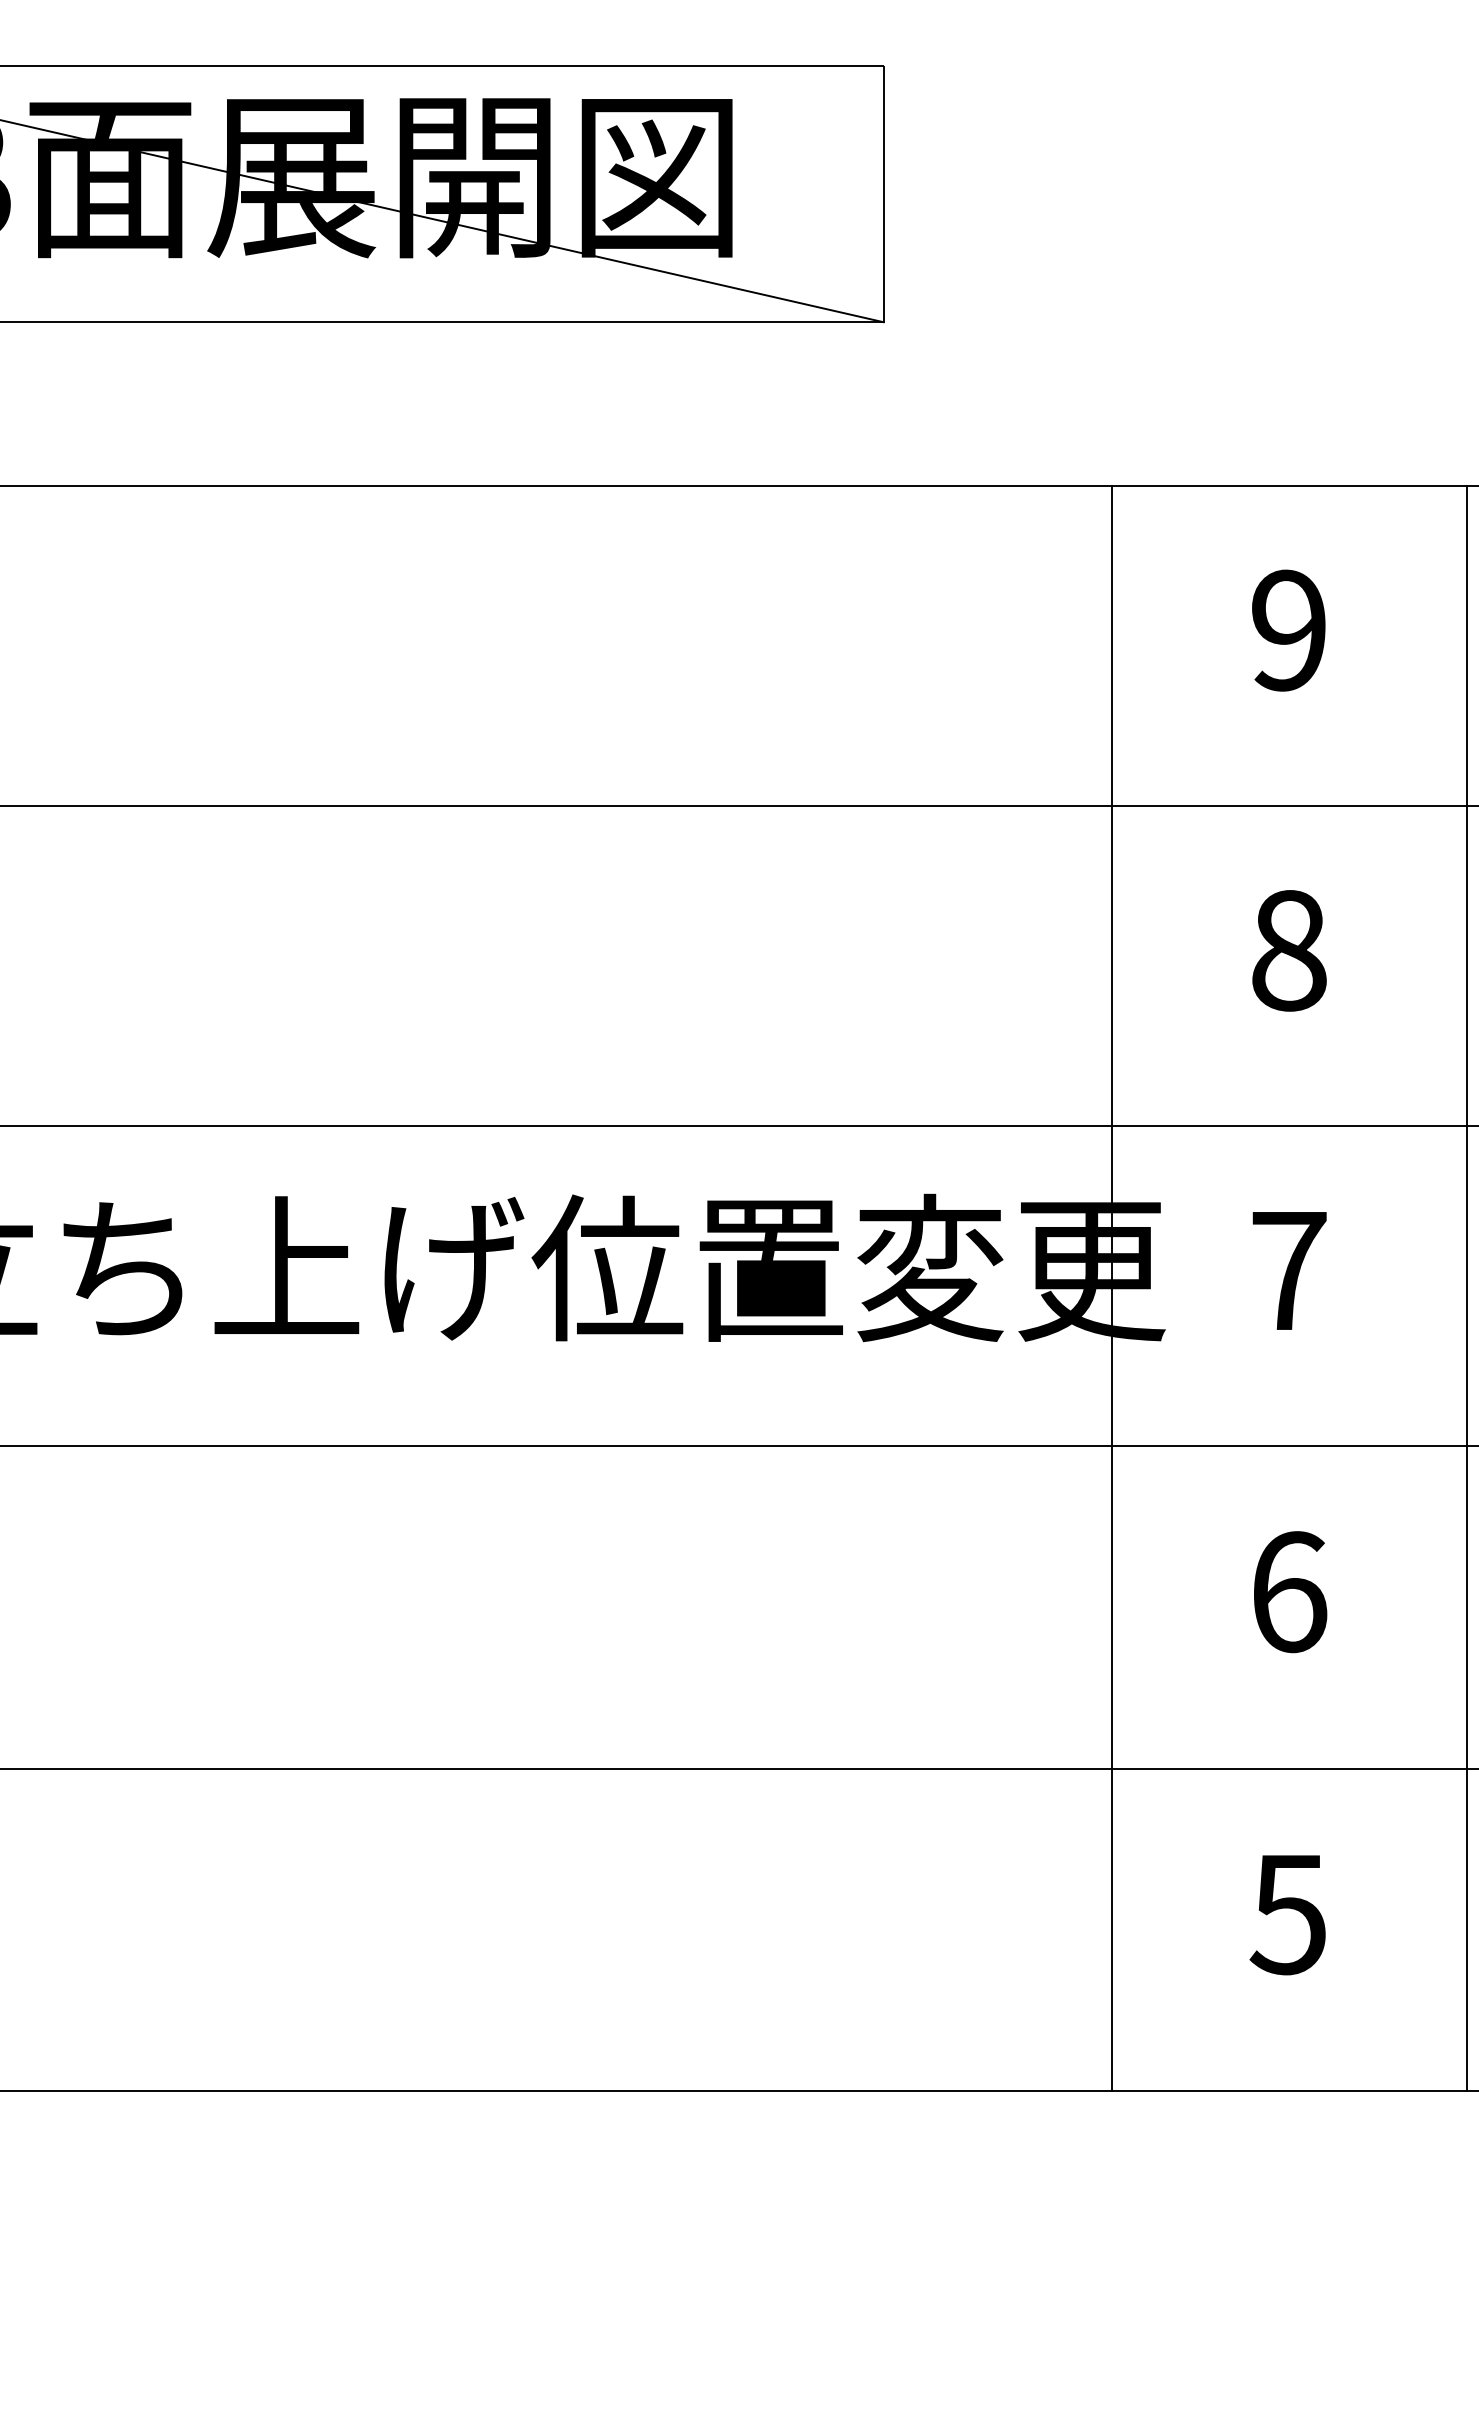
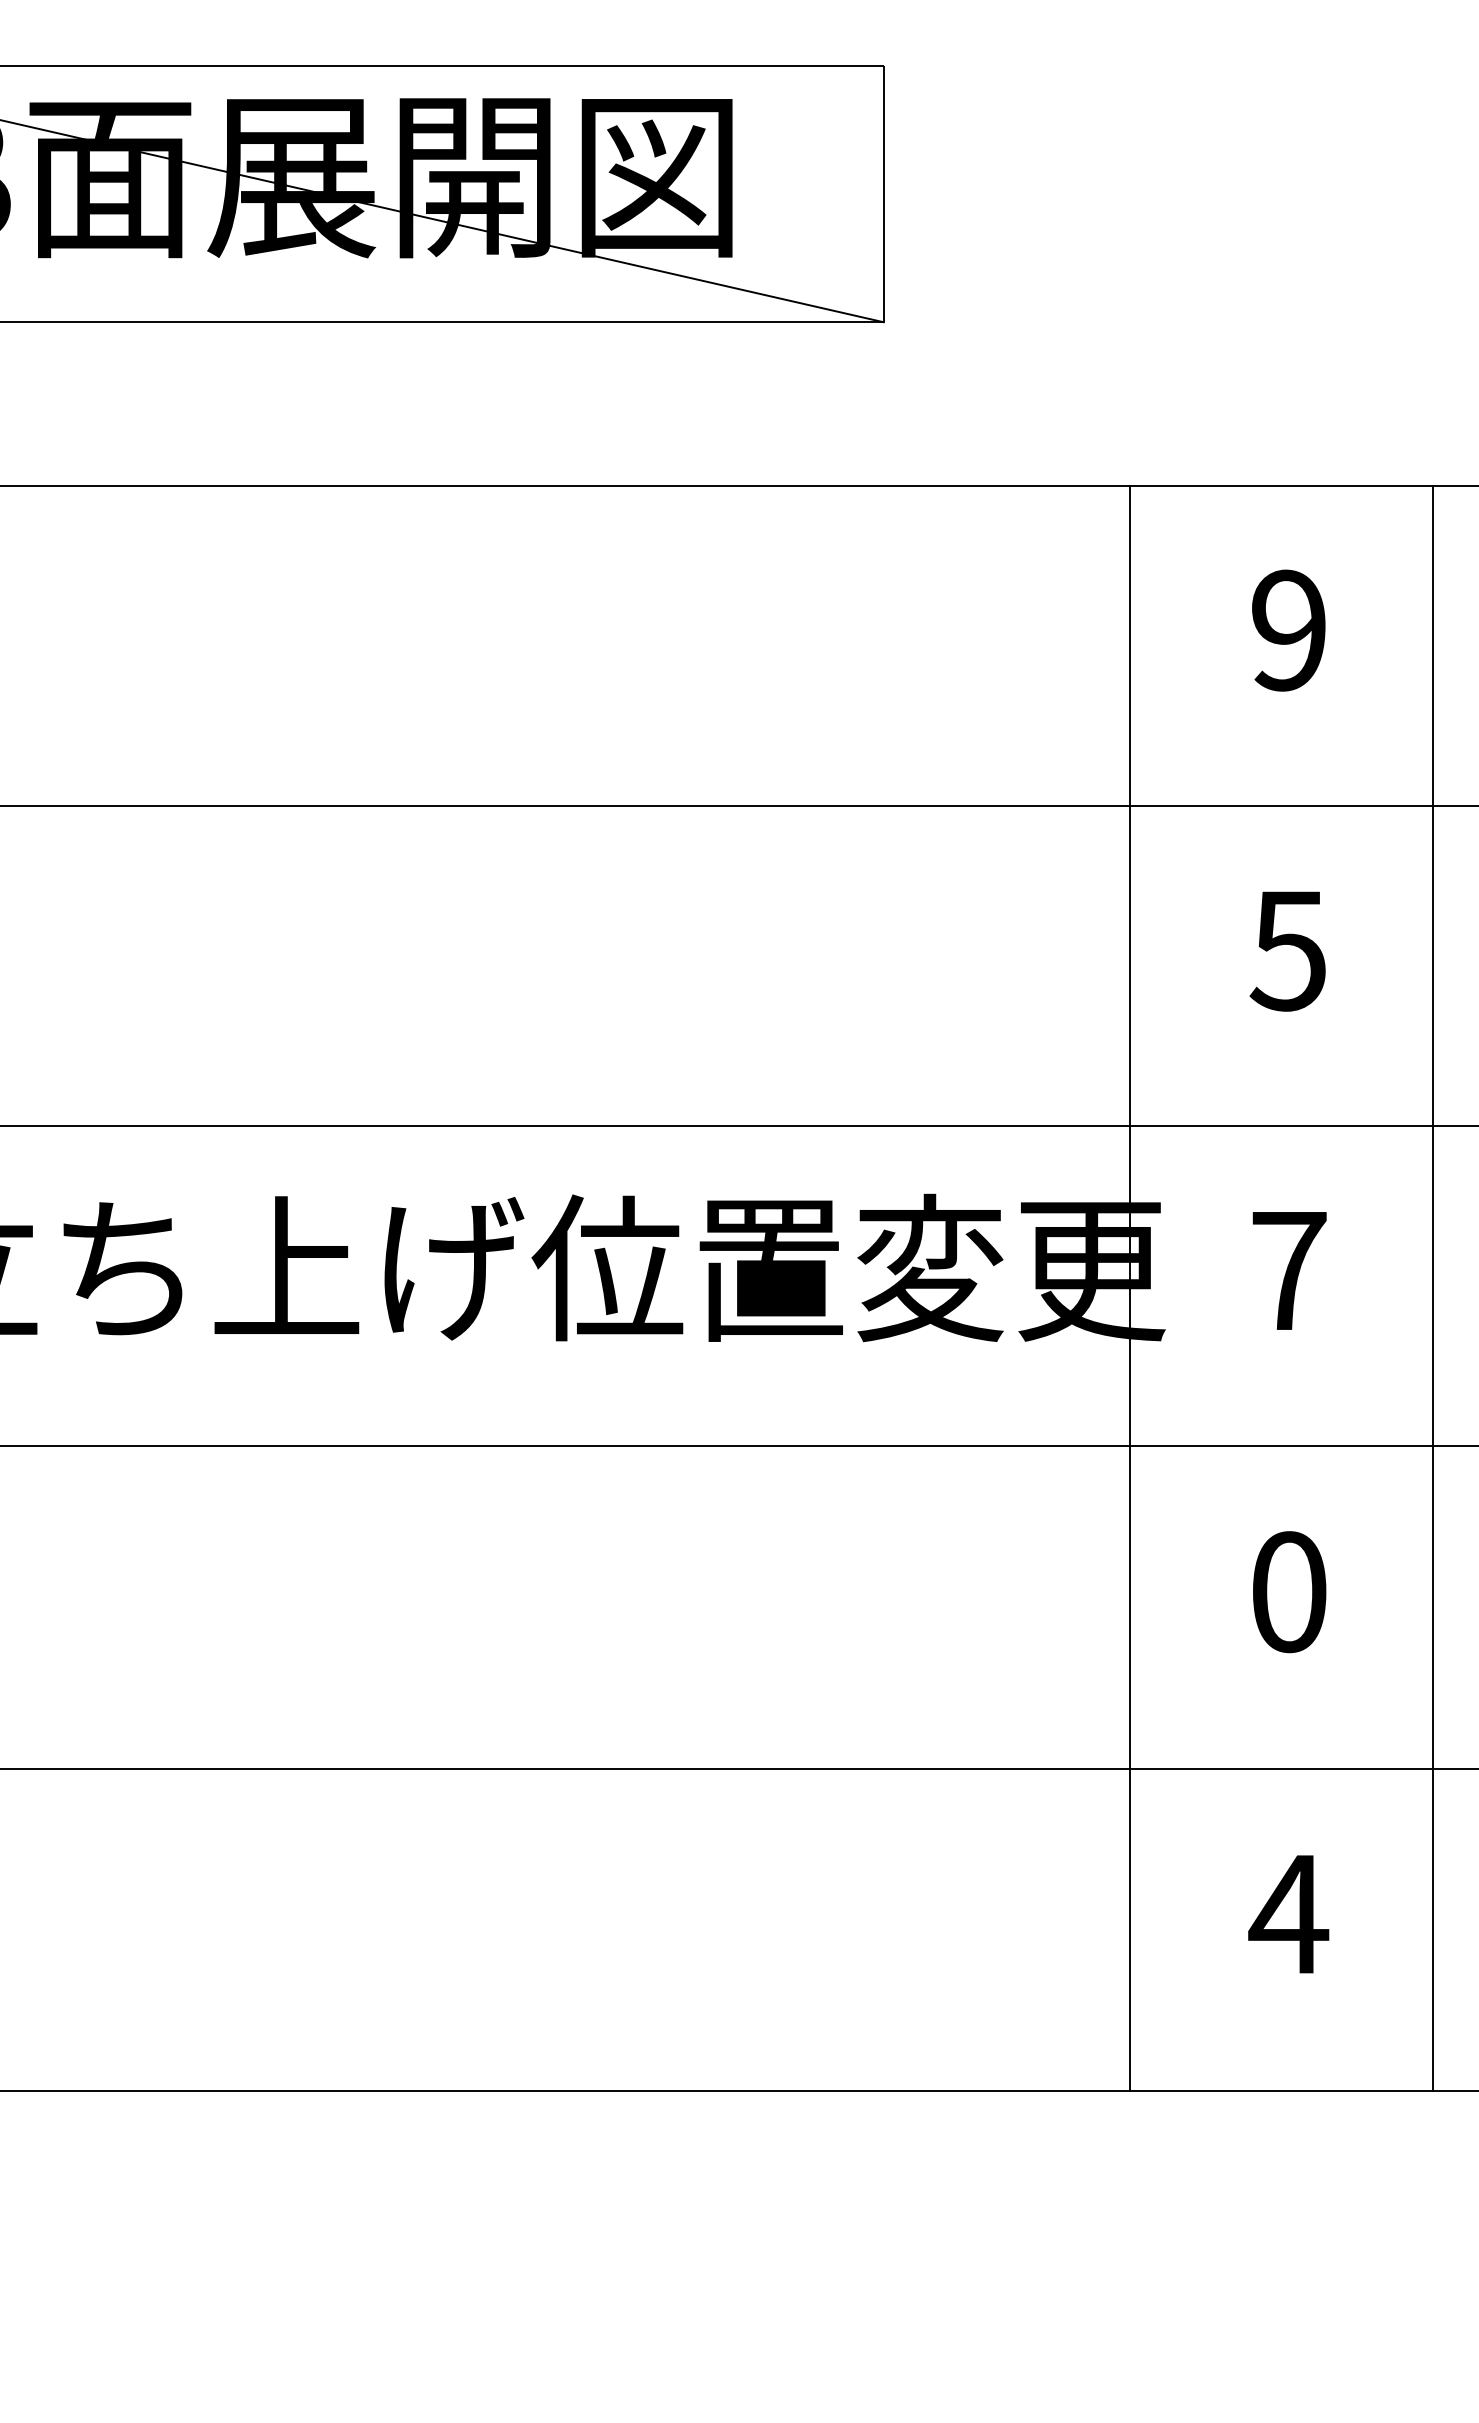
text at (1287, 950): 8 -> 5
line at (1111, 1287) position: (1111, 1287) -> (1129, 1287)
line at (1467, 1287) position: (1467, 1287) -> (1433, 1287)
text at (1290, 1592): 6 -> 0
text at (1288, 1915): 5 -> 4
